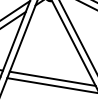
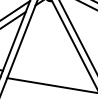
line at (51, 78): present -> none
